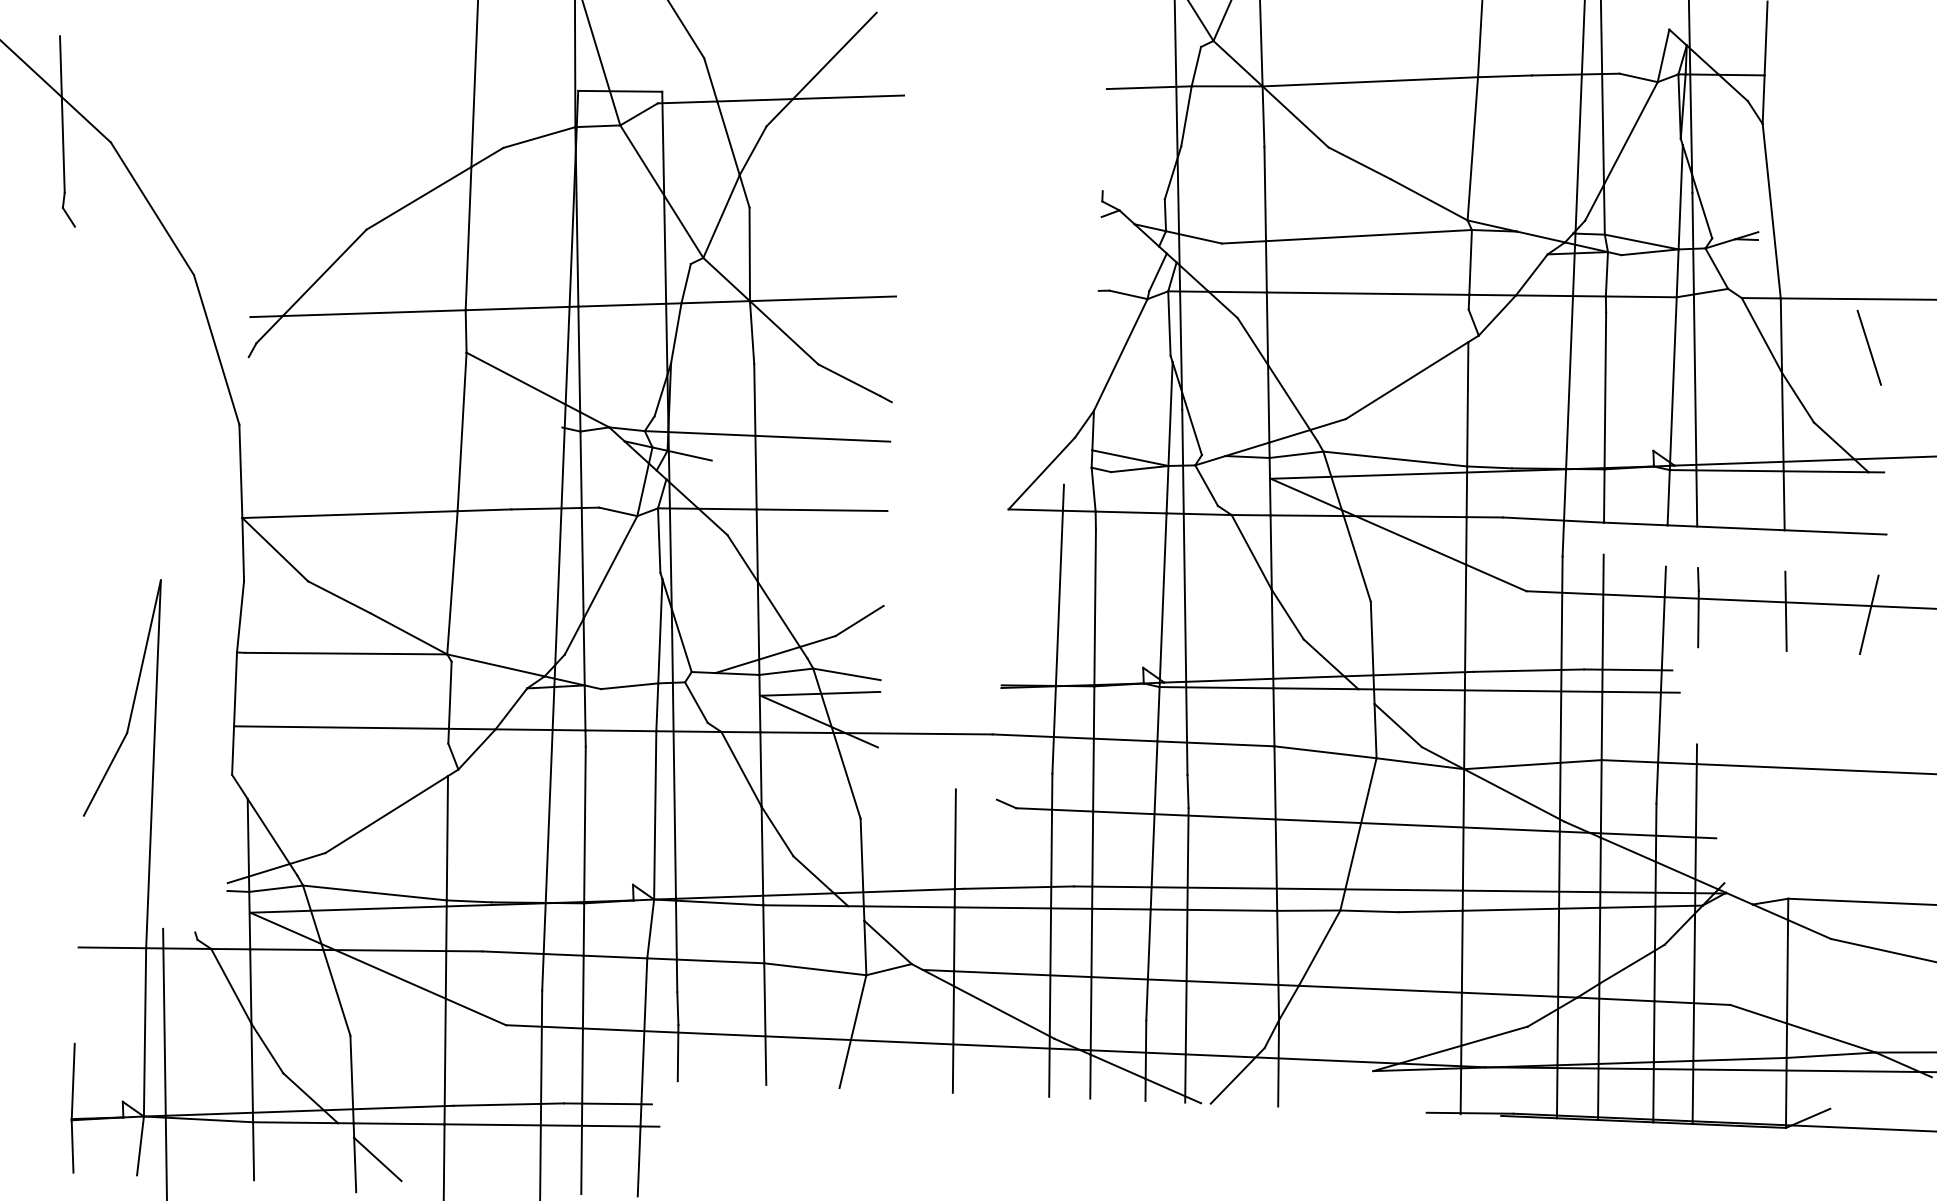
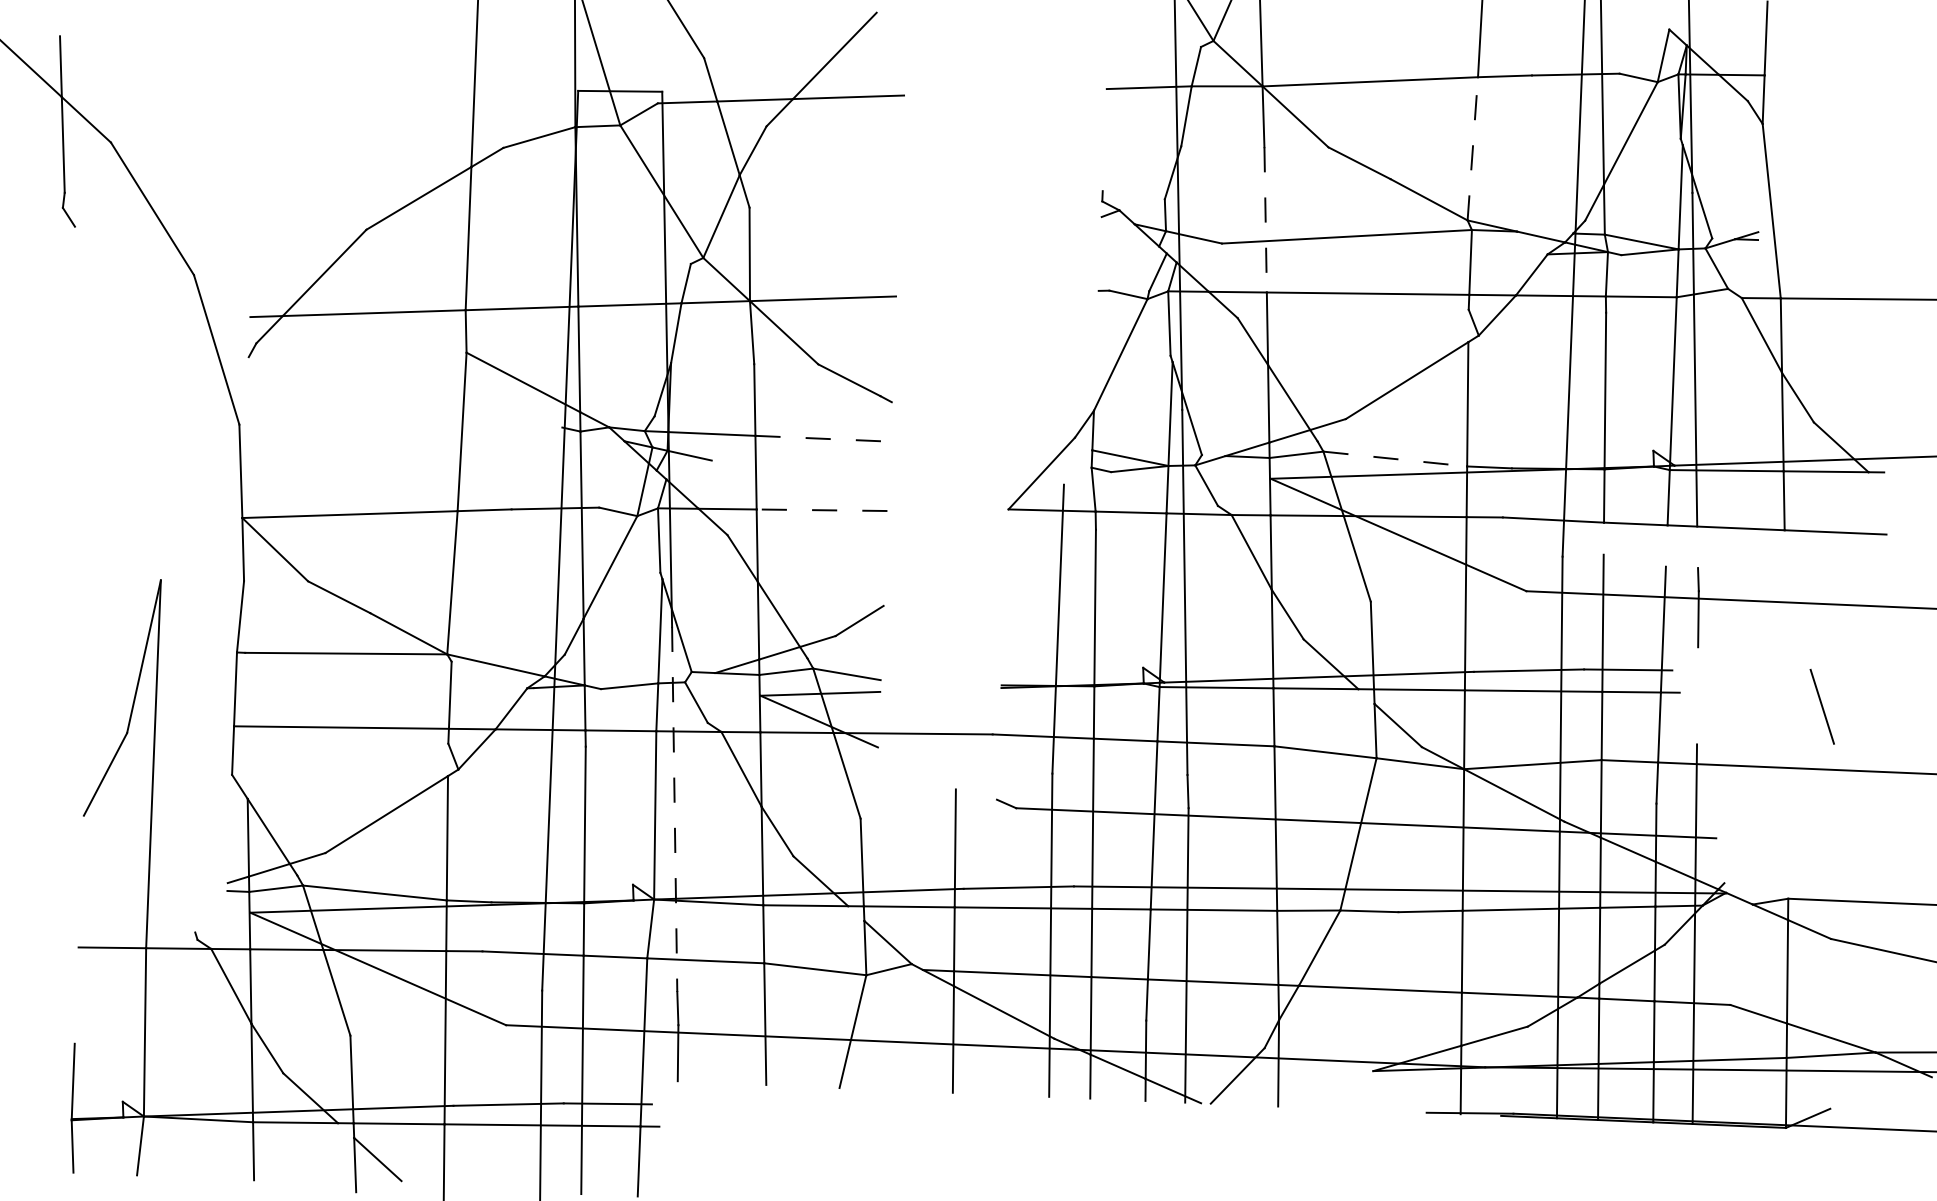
line at (1472, 148): solid -> dashed
line at (1265, 219): solid -> dashed
line at (1868, 347) position: (1868, 347) -> (1821, 706)
line at (823, 438): solid -> dashed
line at (1395, 459): solid -> dashed
line at (821, 510): solid -> dashed
line at (1785, 610): present -> none
line at (1868, 614): present -> none
line at (674, 809): solid -> dashed
line at (164, 1062): present -> none
